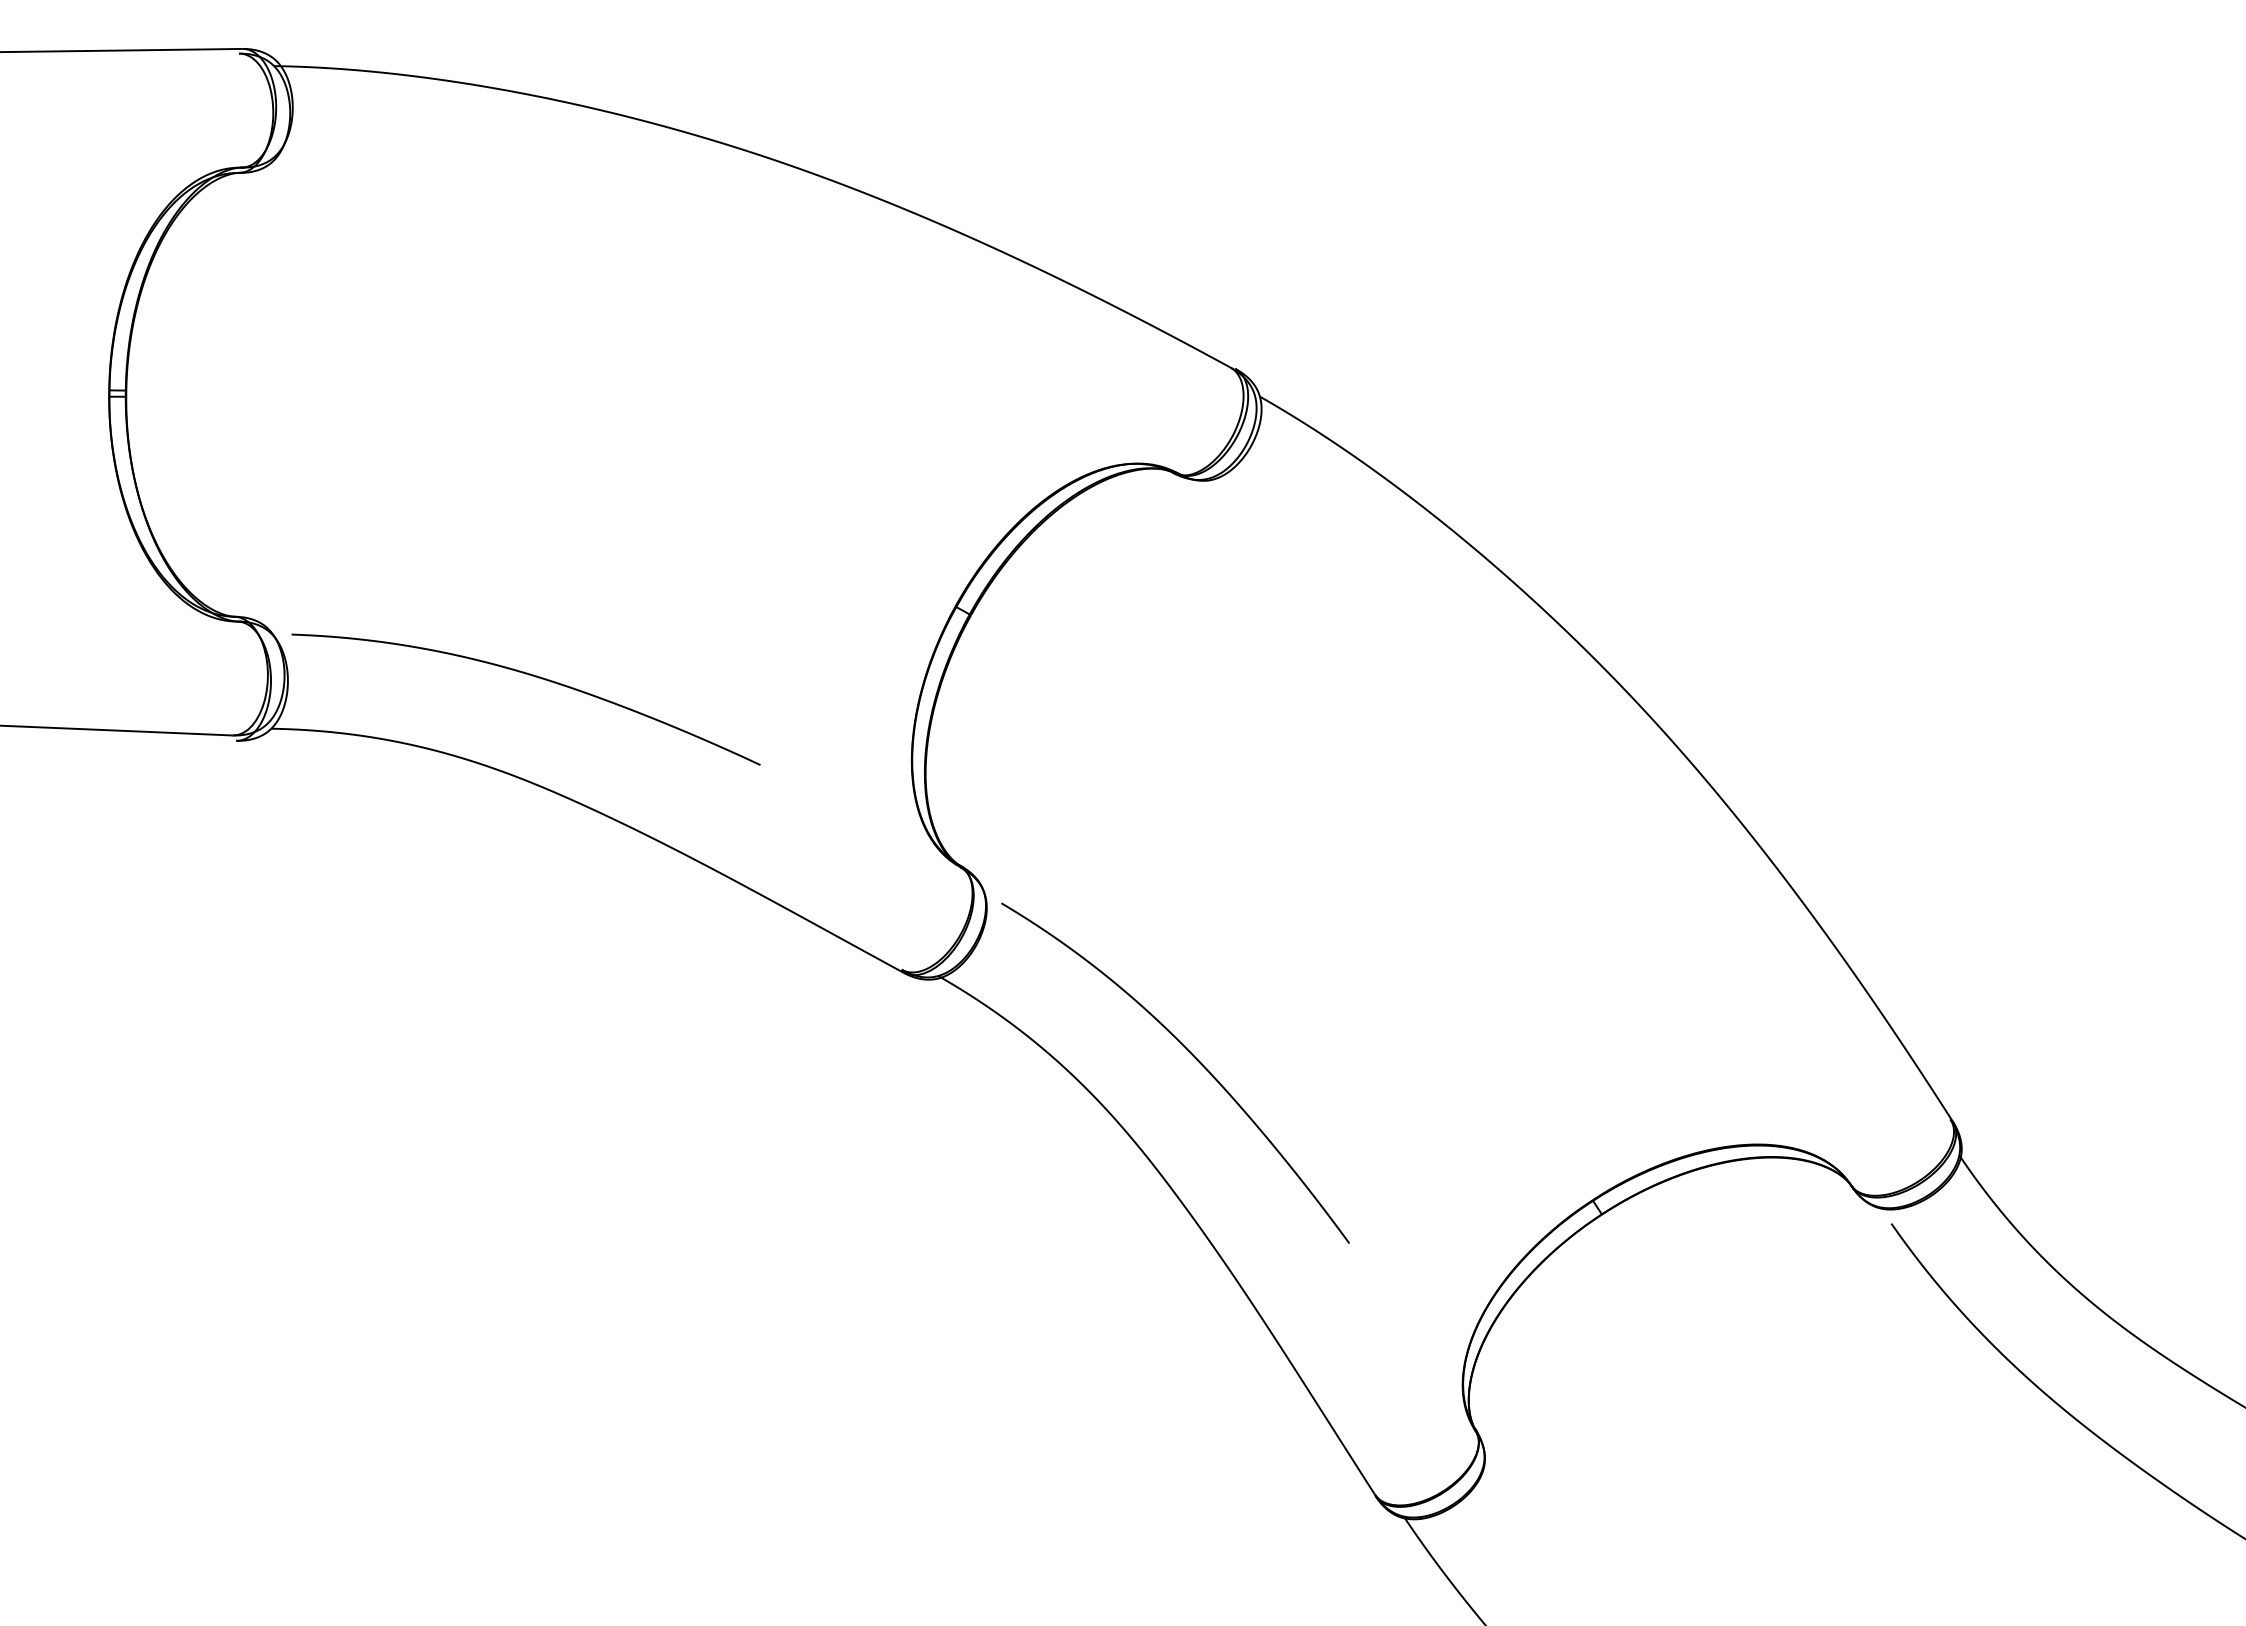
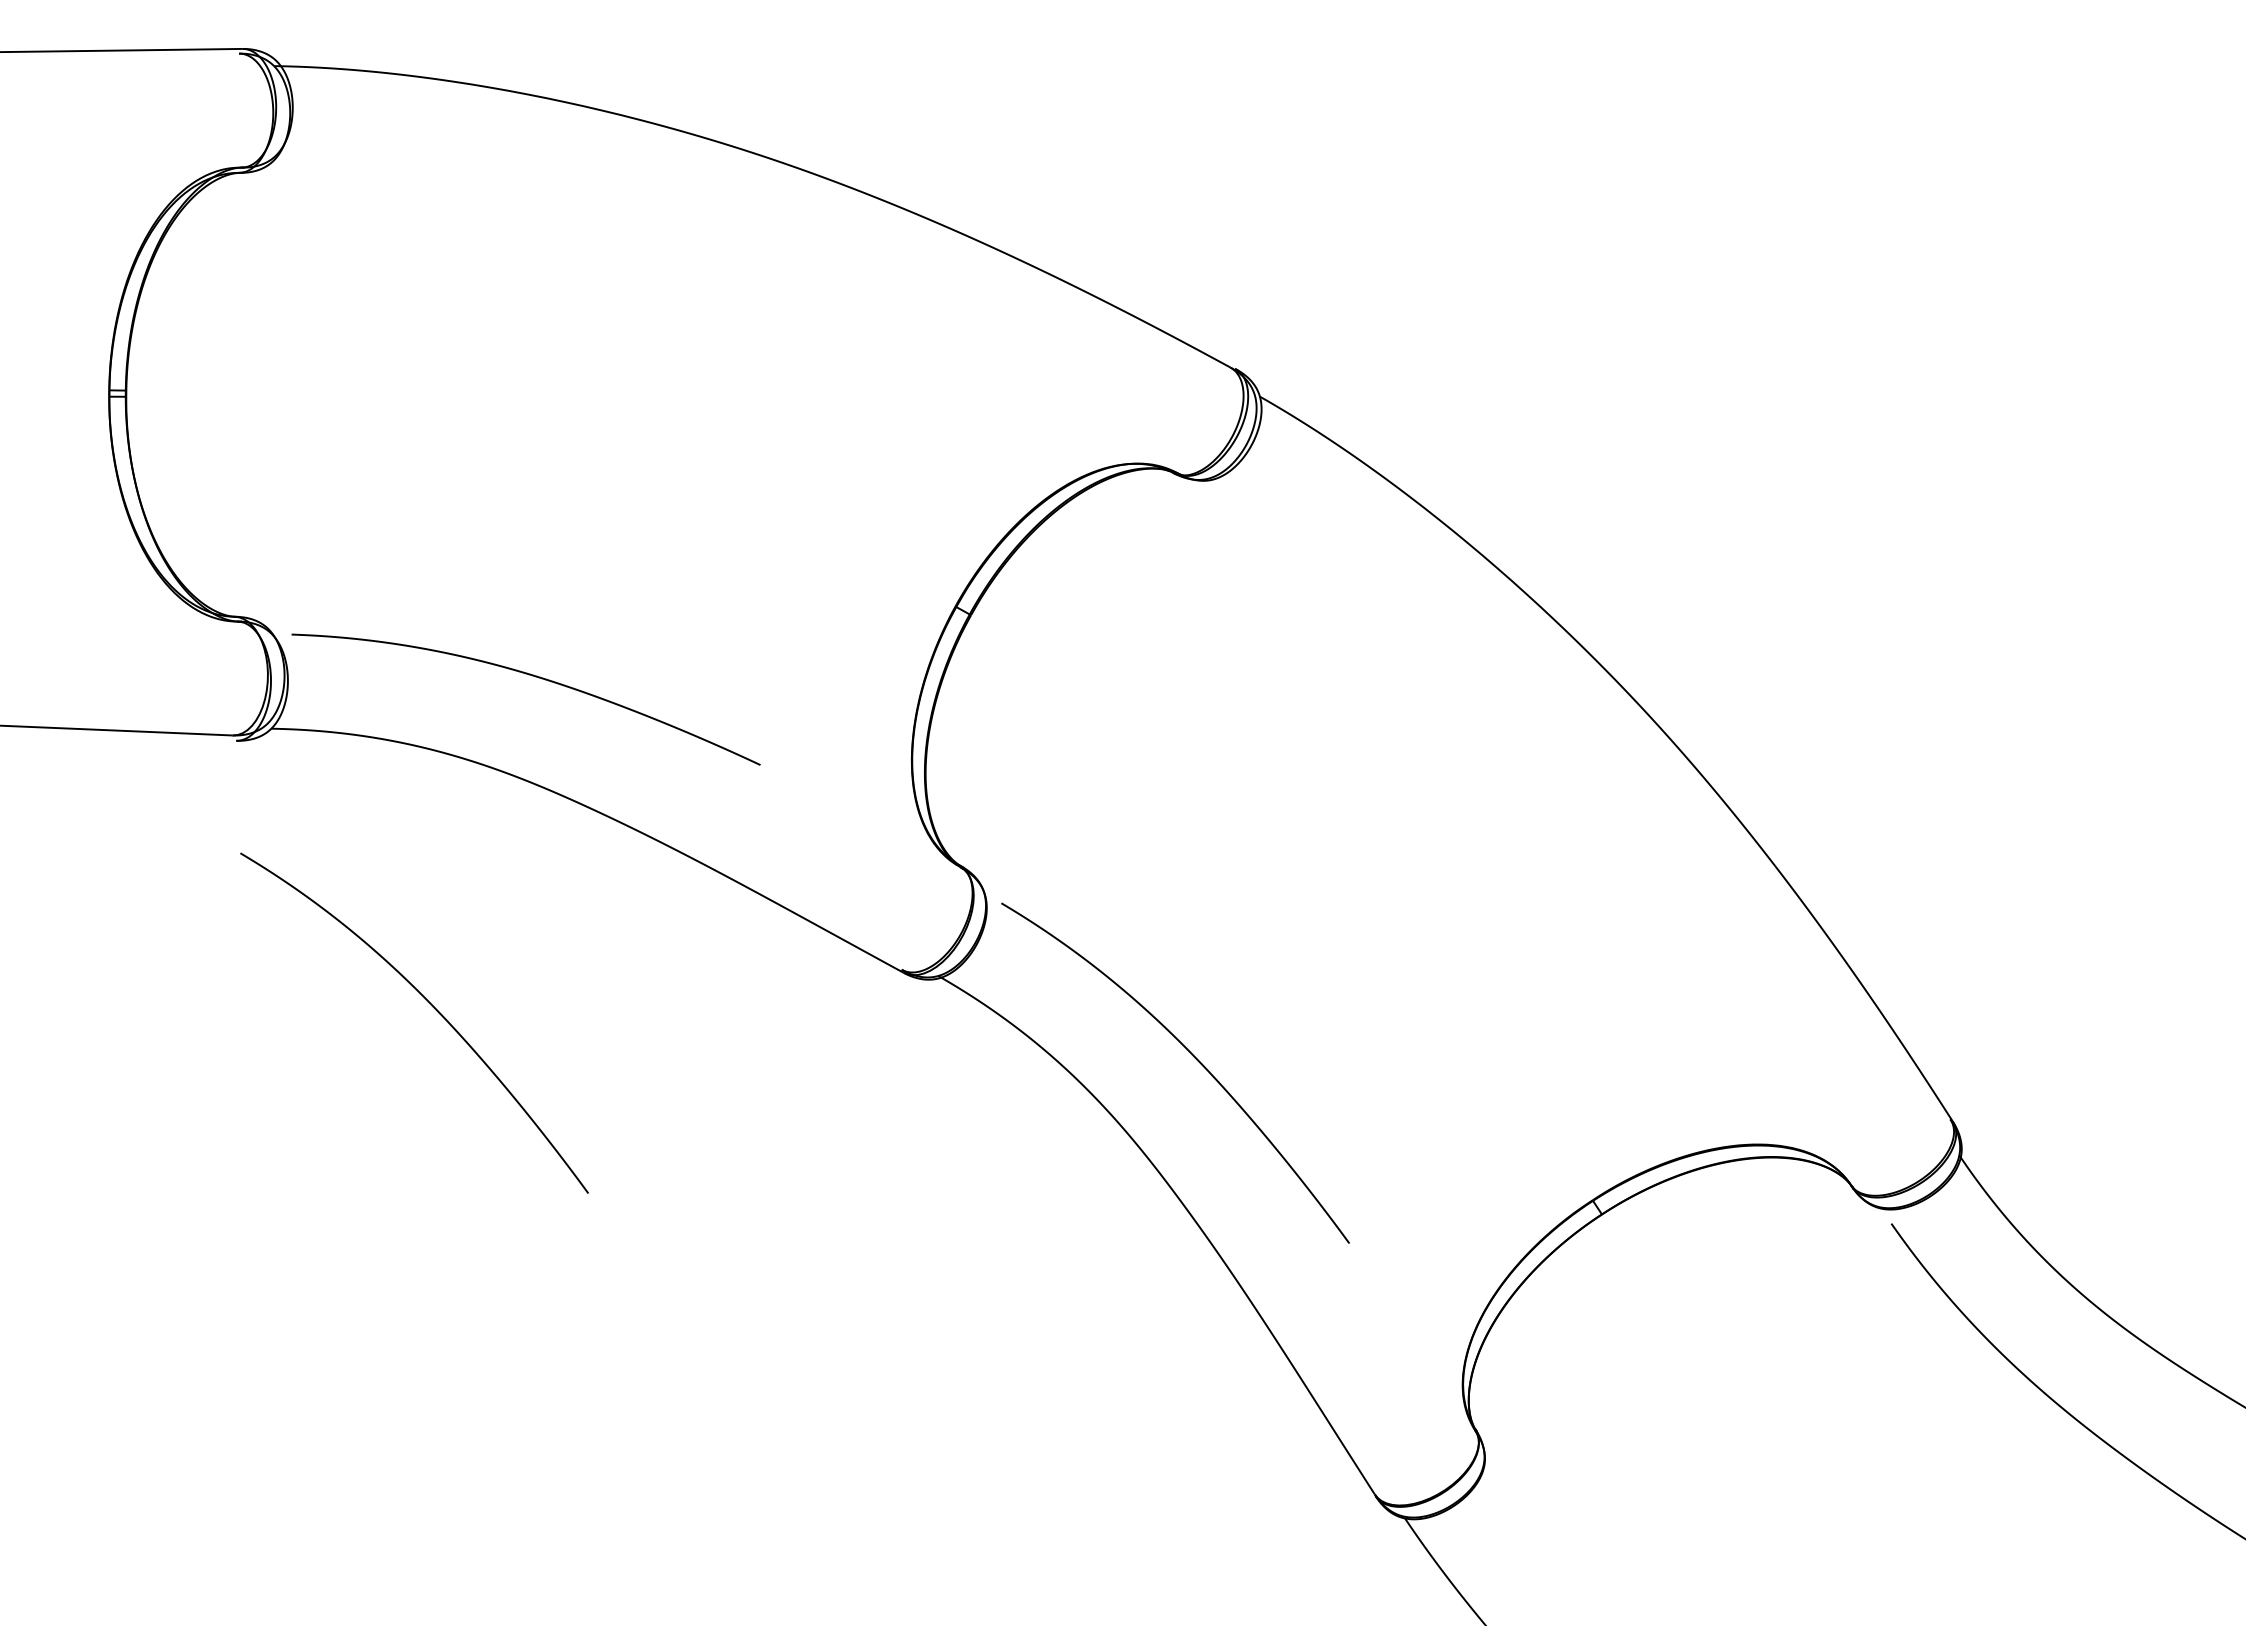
curve at (431, 1006): none -> present
